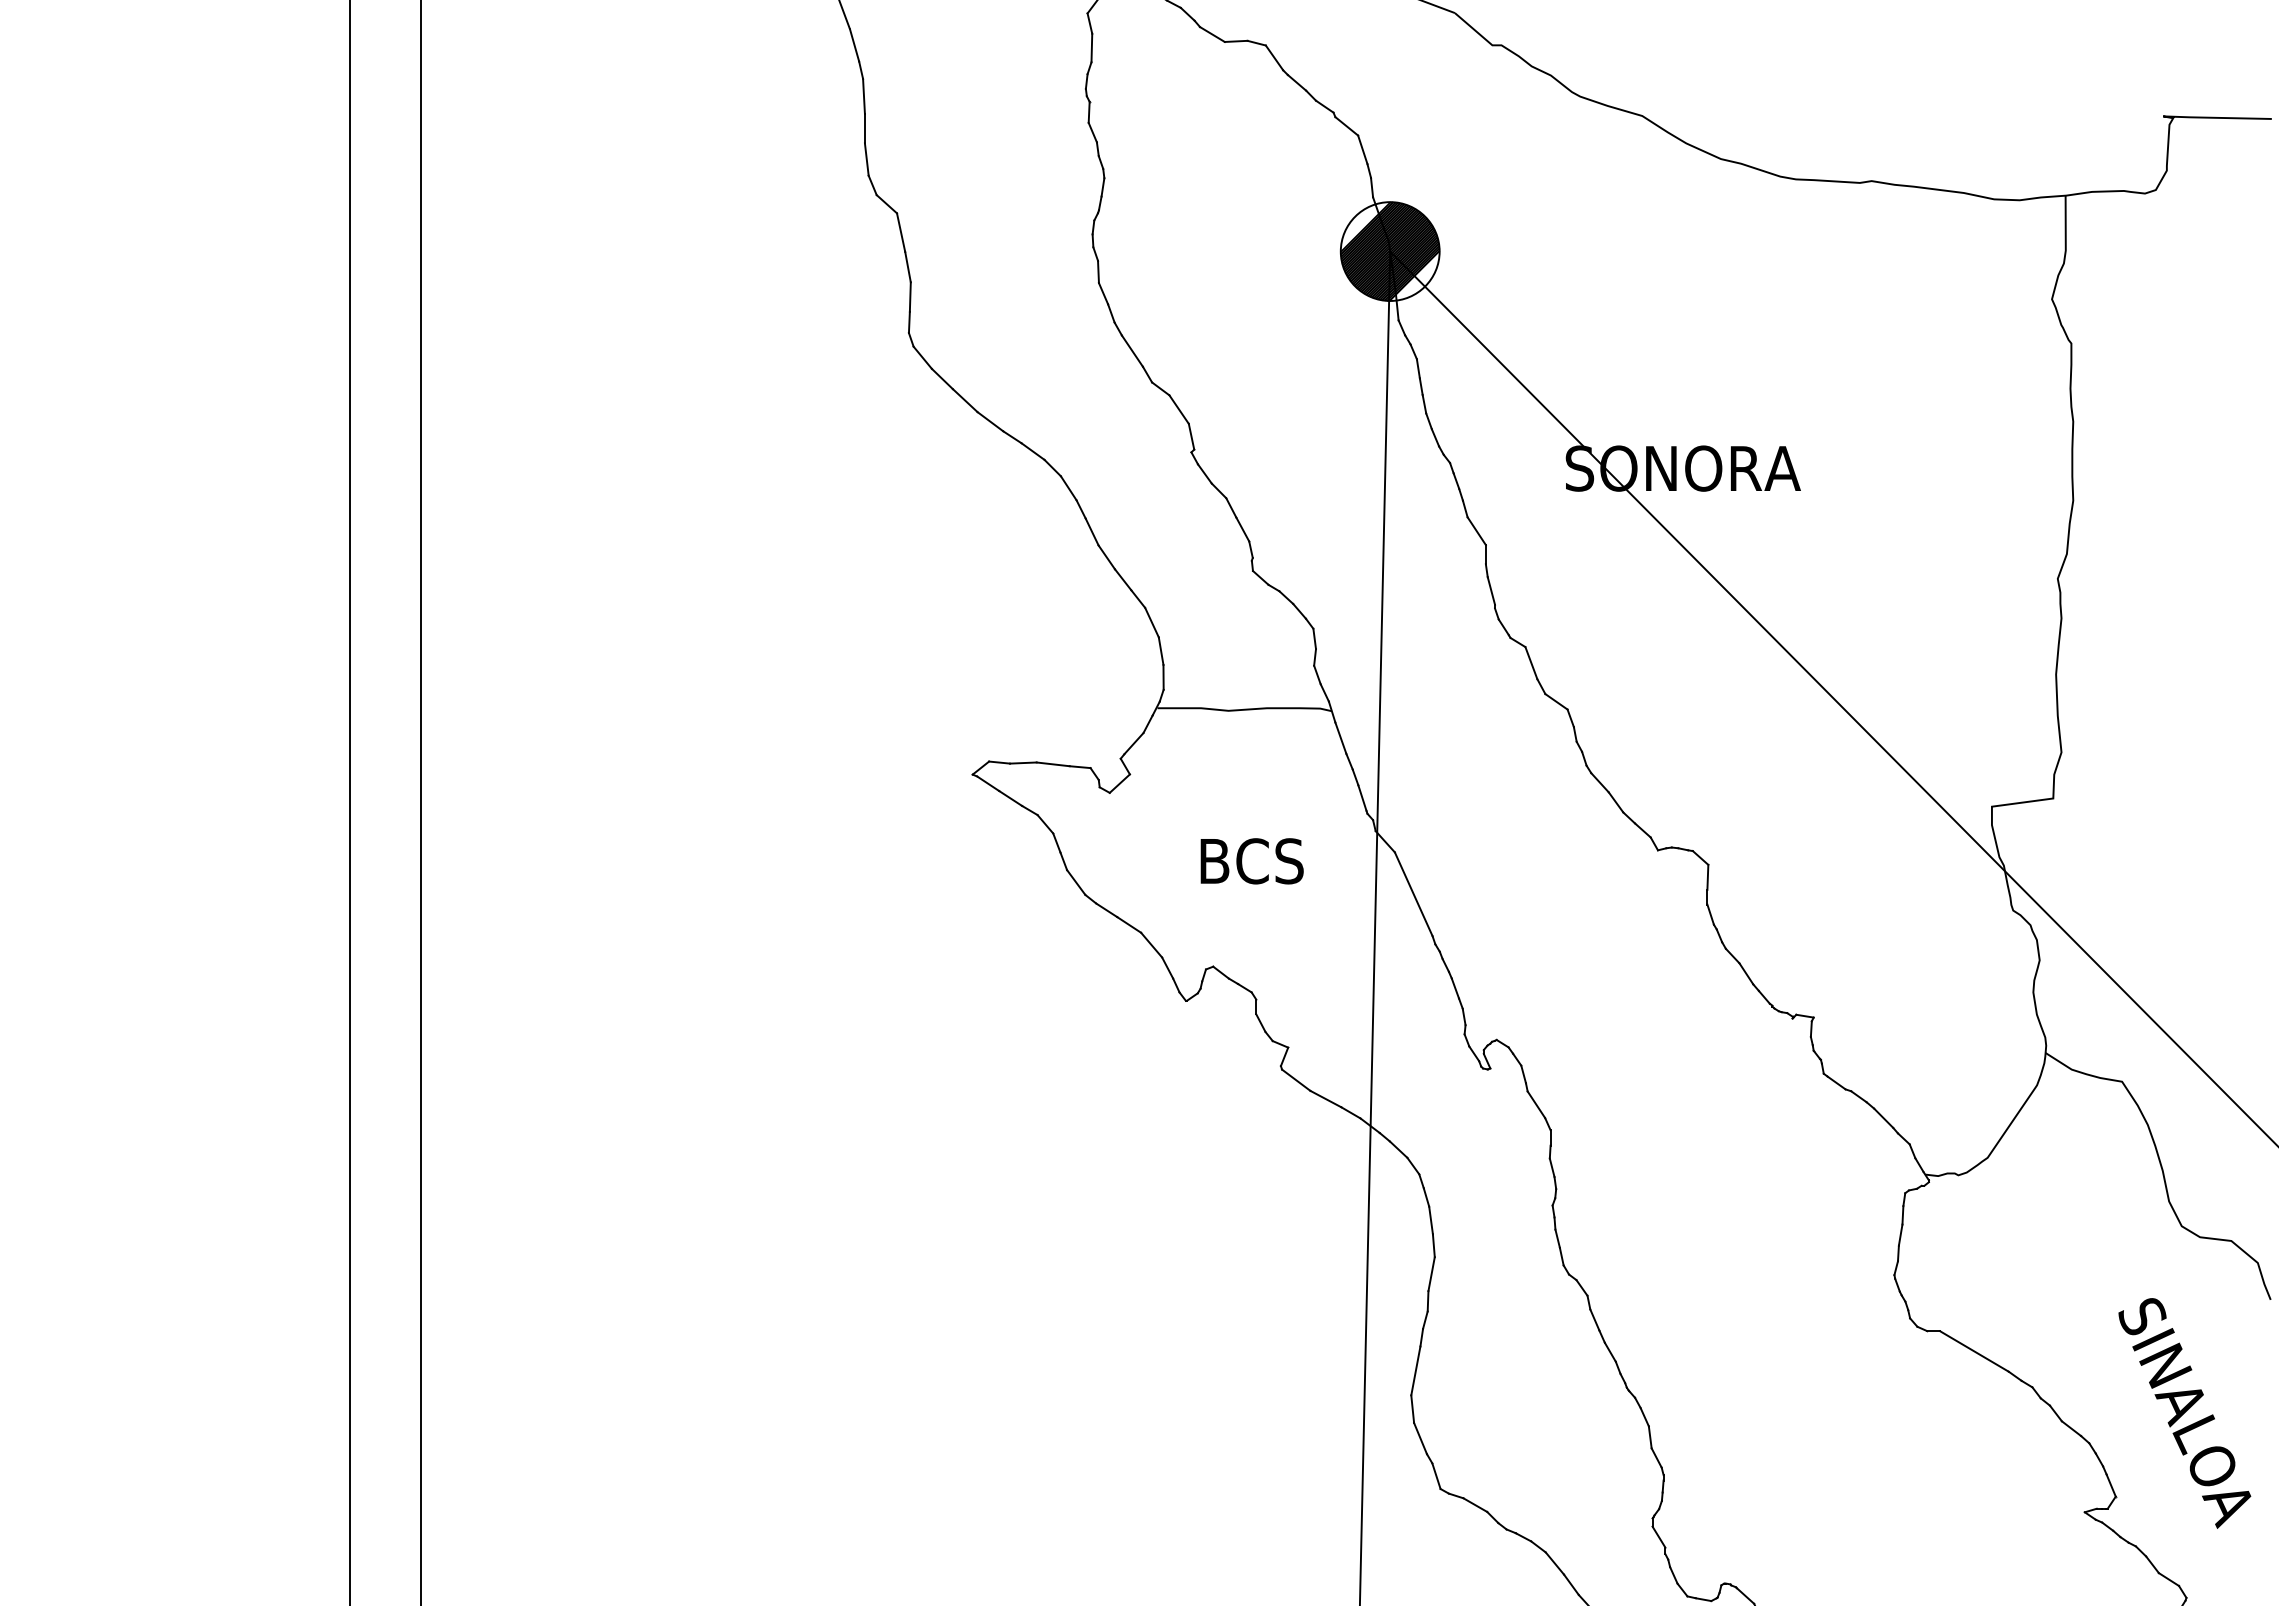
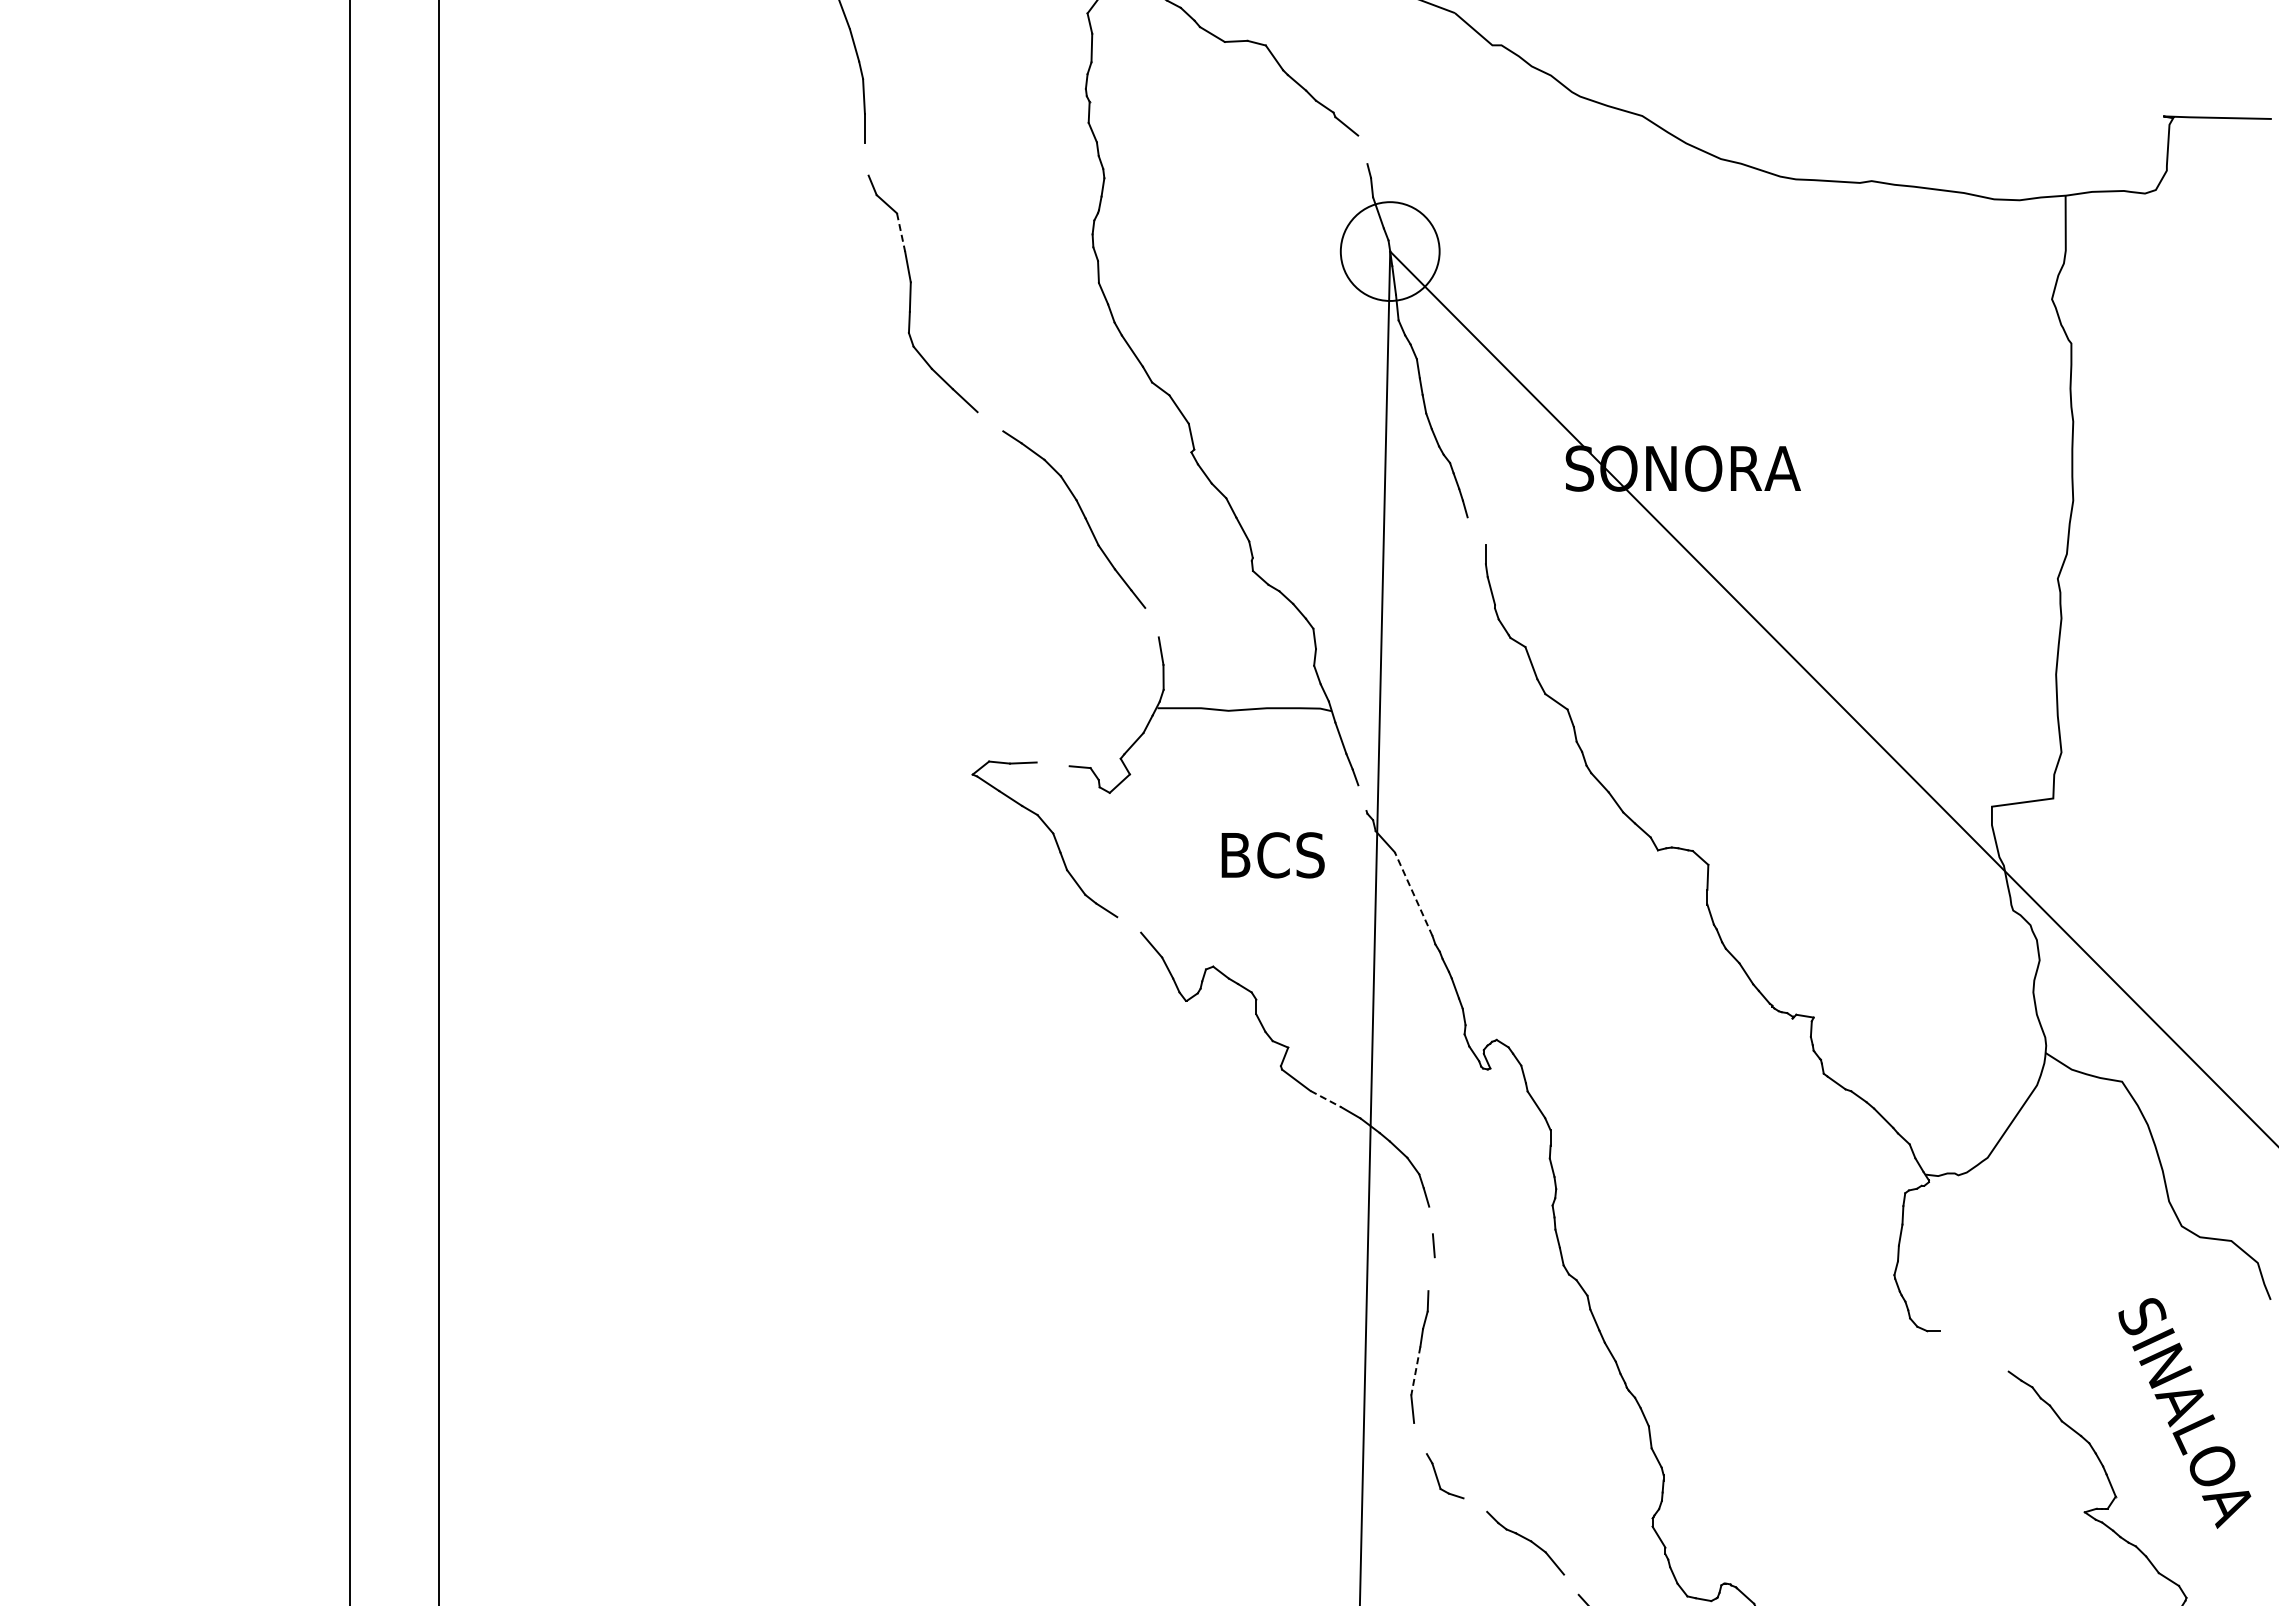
line at (1362, 149): present -> none
line at (866, 159): present -> none
line at (901, 232): solid -> dashed
hatch at (1389, 251): present -> none
line at (990, 421): present -> none
line at (1476, 531): present -> none
line at (1151, 622): present -> none
line at (1052, 764): present -> none
line at (1362, 797): present -> none
line at (420, 802) position: (420, 802) -> (438, 802)
text at (1251, 861) position: (1251, 861) -> (1272, 855)
line at (1413, 894): solid -> dashed
line at (1129, 924): present -> none
line at (1325, 1099): solid -> dashed
line at (1430, 1220): present -> none
line at (1431, 1274): present -> none
line at (1974, 1351): present -> none
line at (1415, 1370): solid -> dashed
line at (1420, 1438): present -> none
line at (1475, 1504): present -> none
line at (1571, 1584): present -> none
